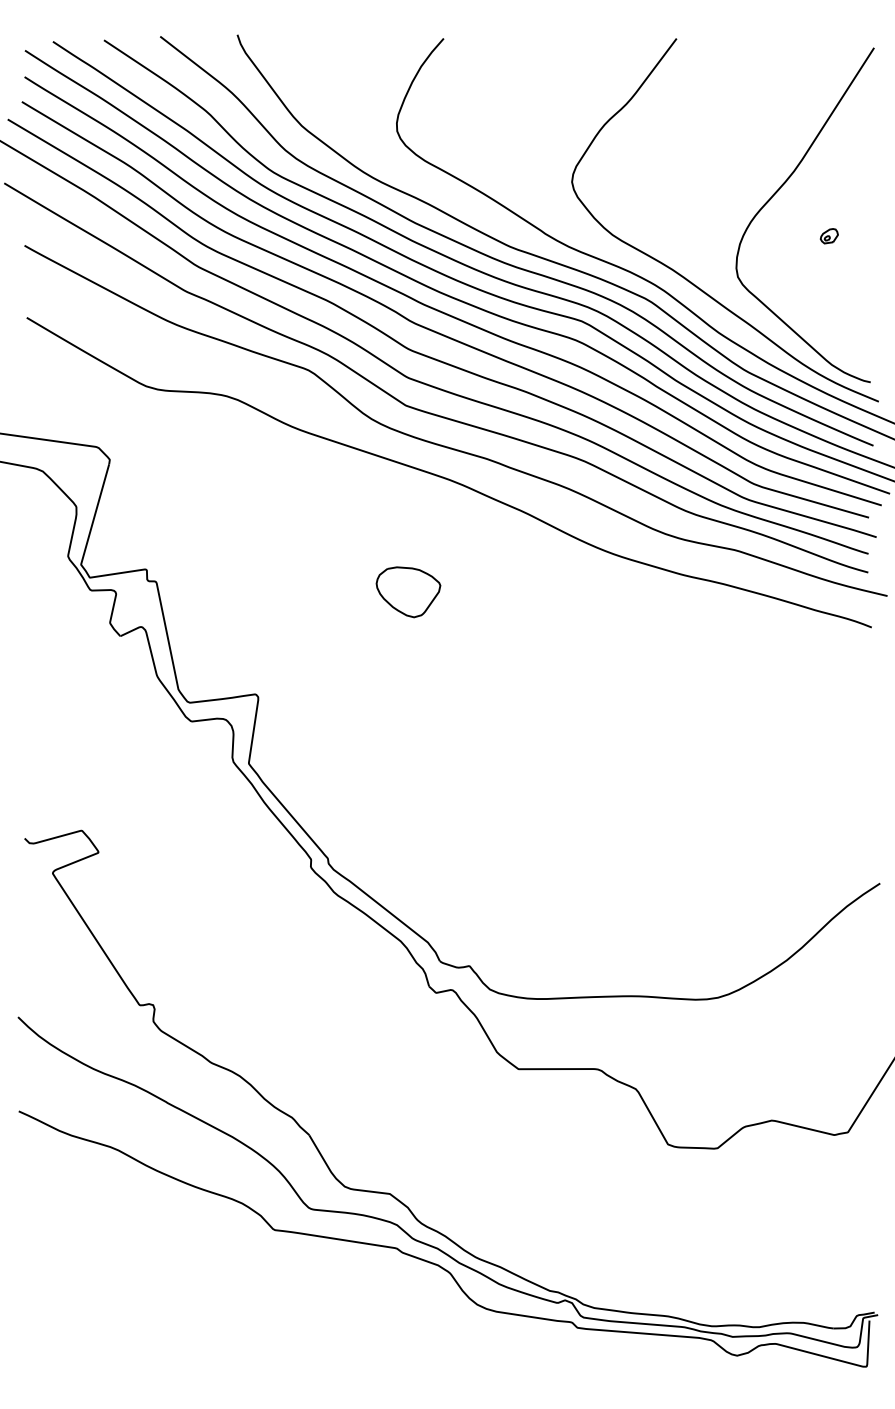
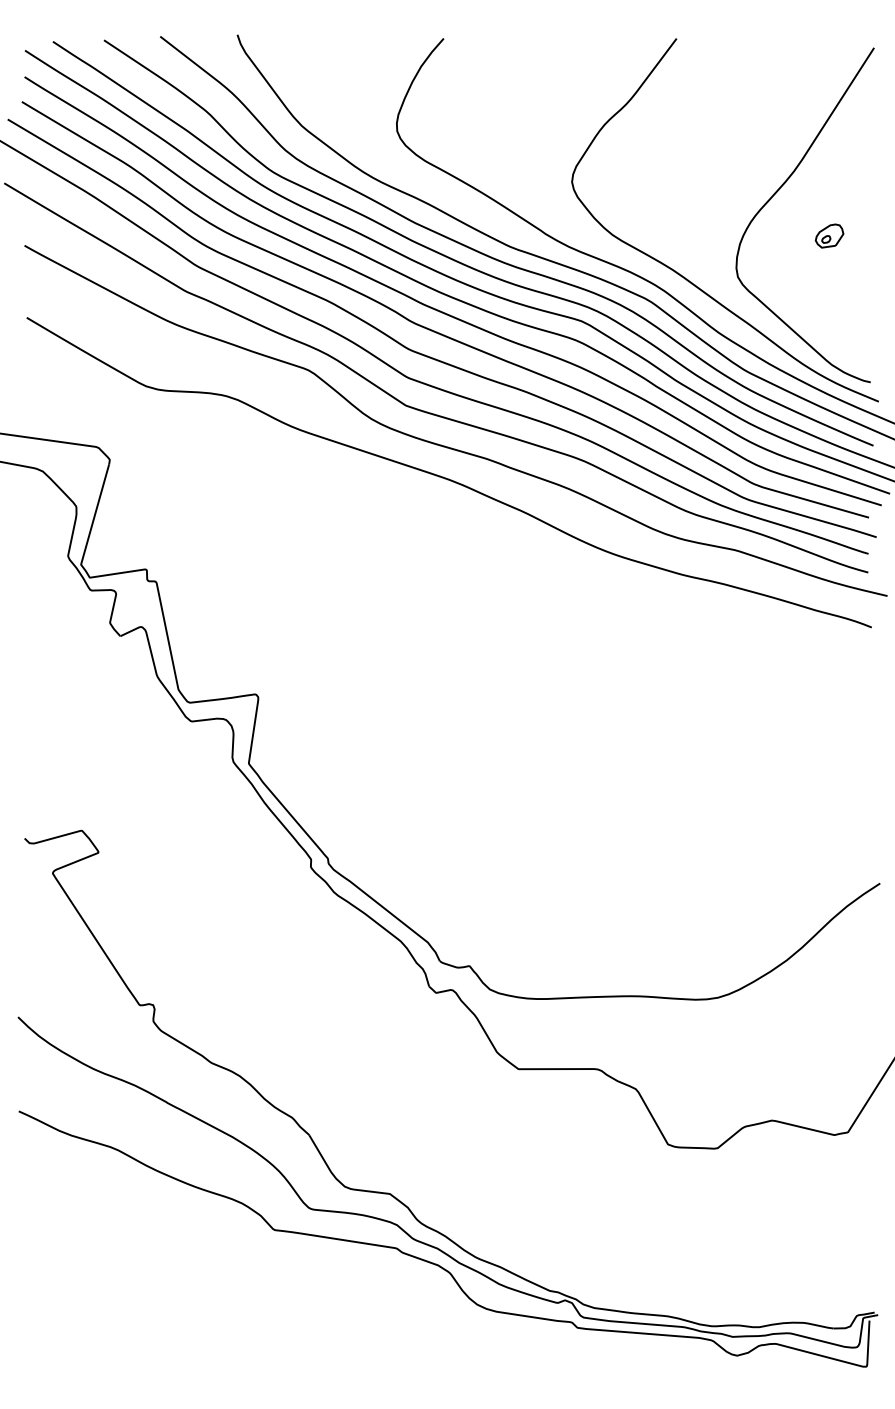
part at (828, 236) size: 20x17 px -> 31x26 px
part at (408, 592): present -> none
